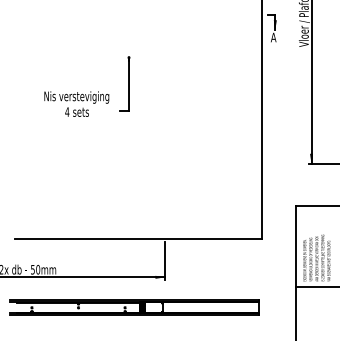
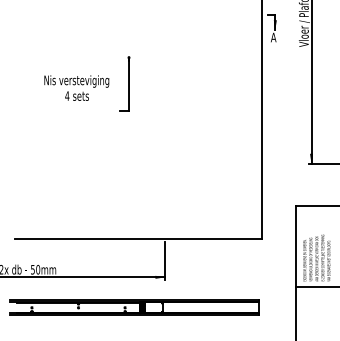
text at (76, 103) position: (76, 103) -> (76, 87)
